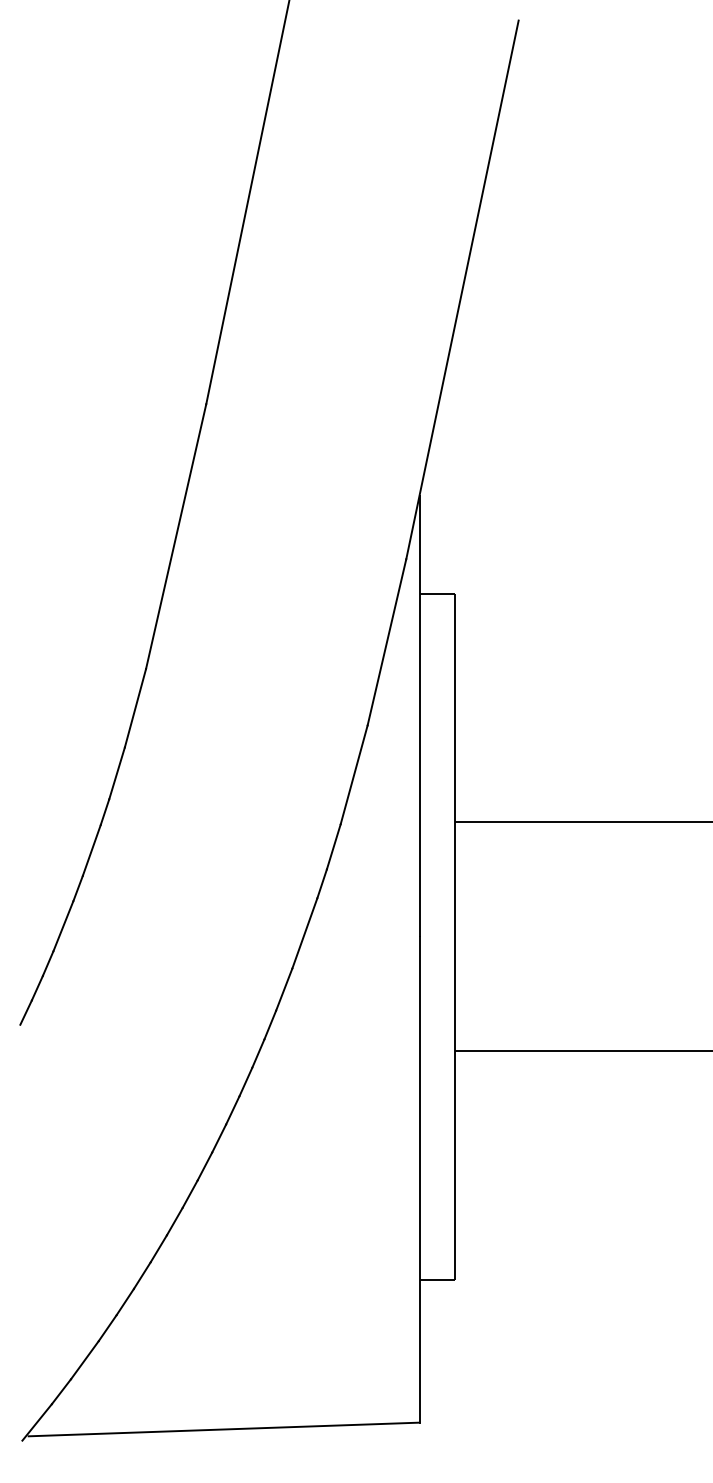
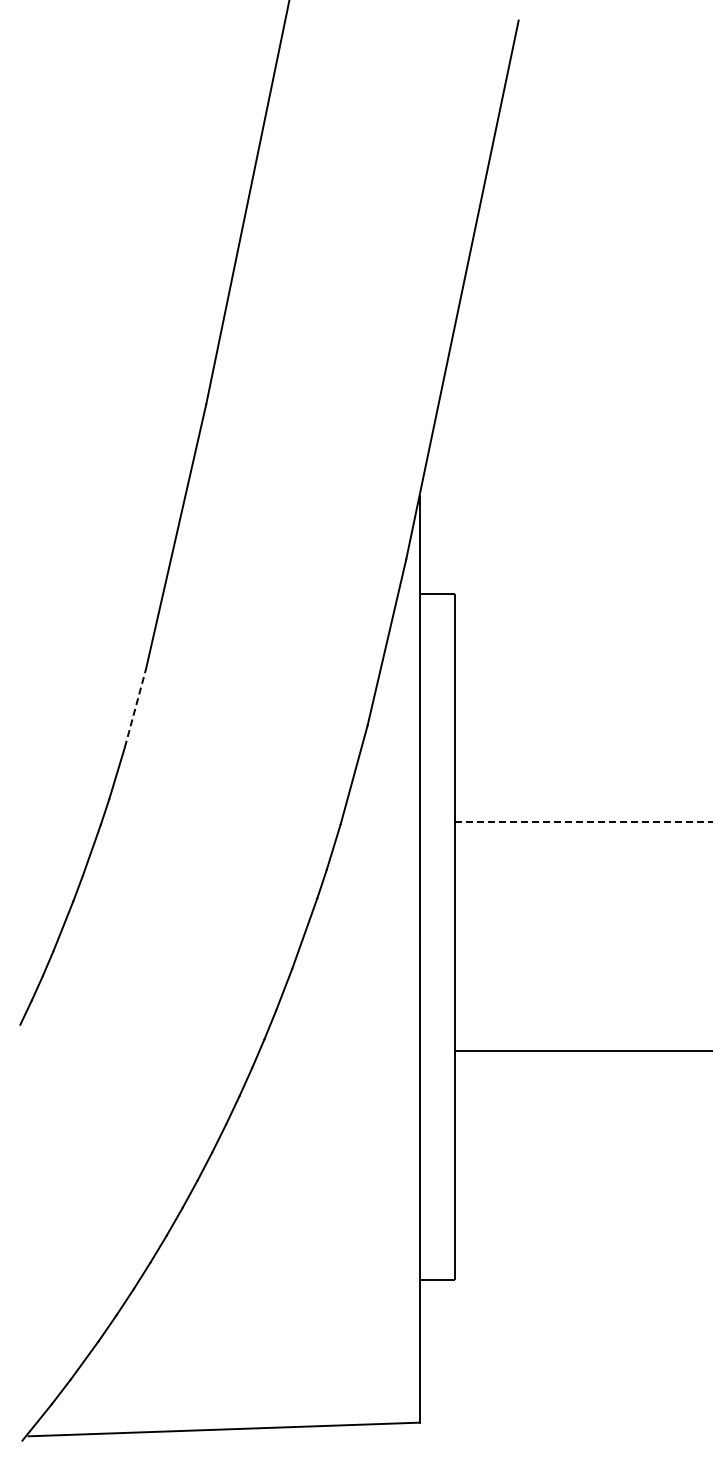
line at (135, 708): solid -> dashed
line at (583, 822): solid -> dashed
